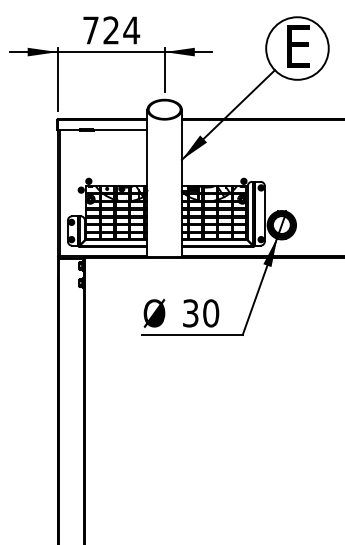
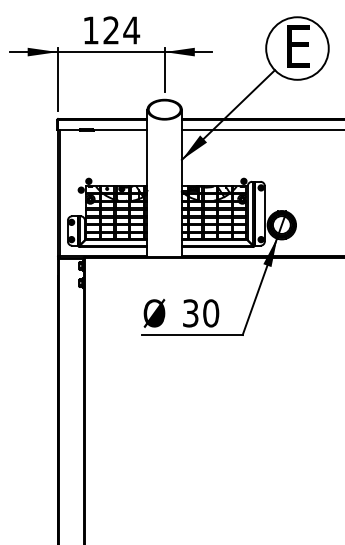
text at (90, 30): 724 -> 124
line at (261, 129): none -> present
